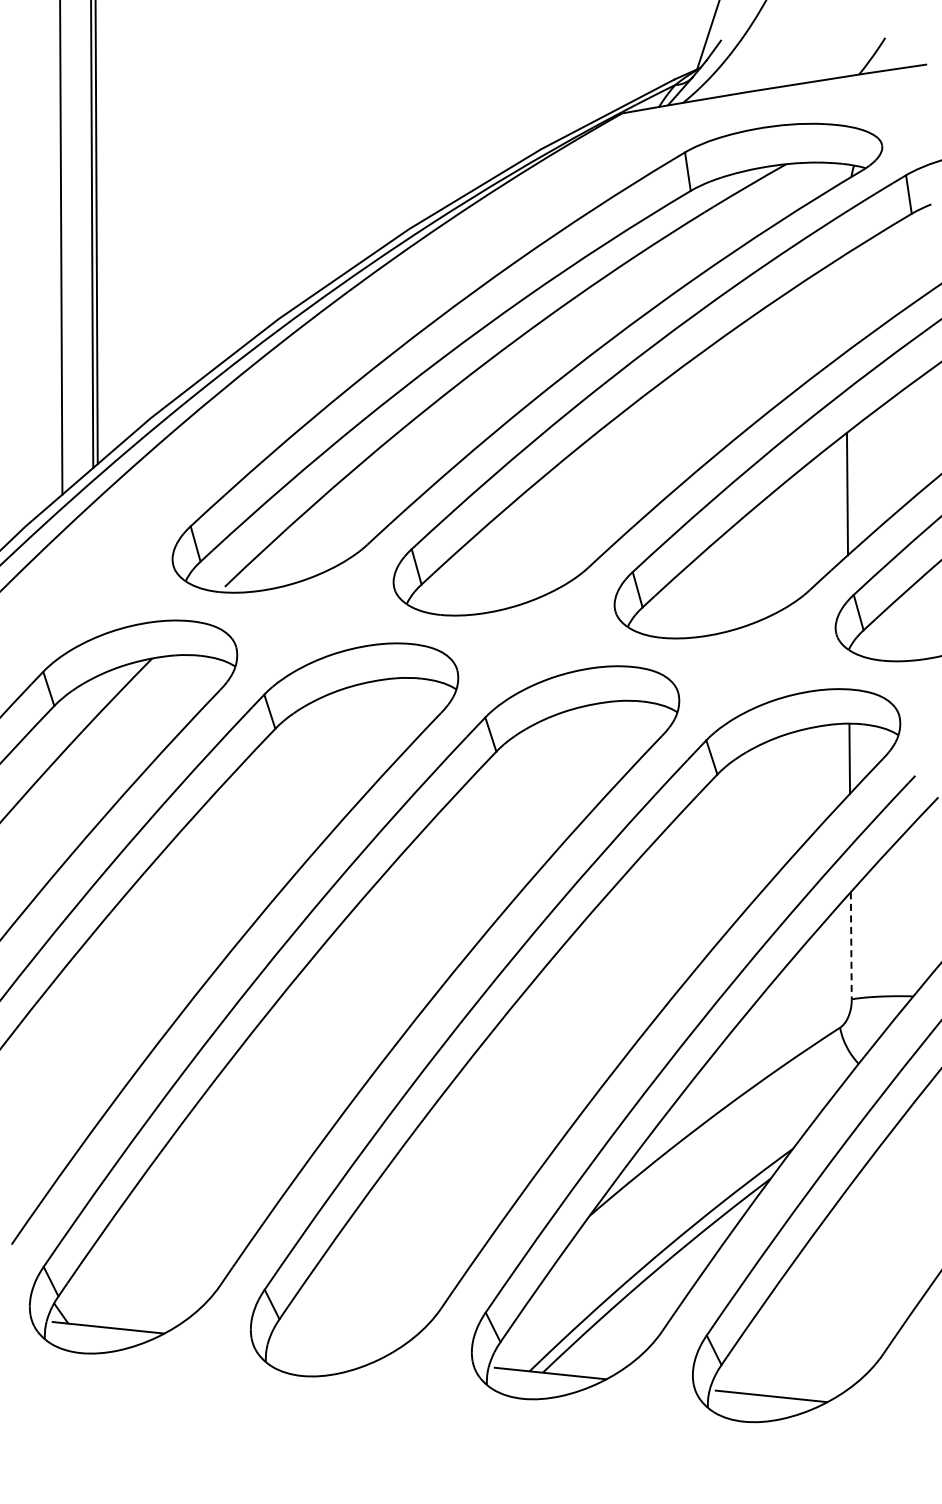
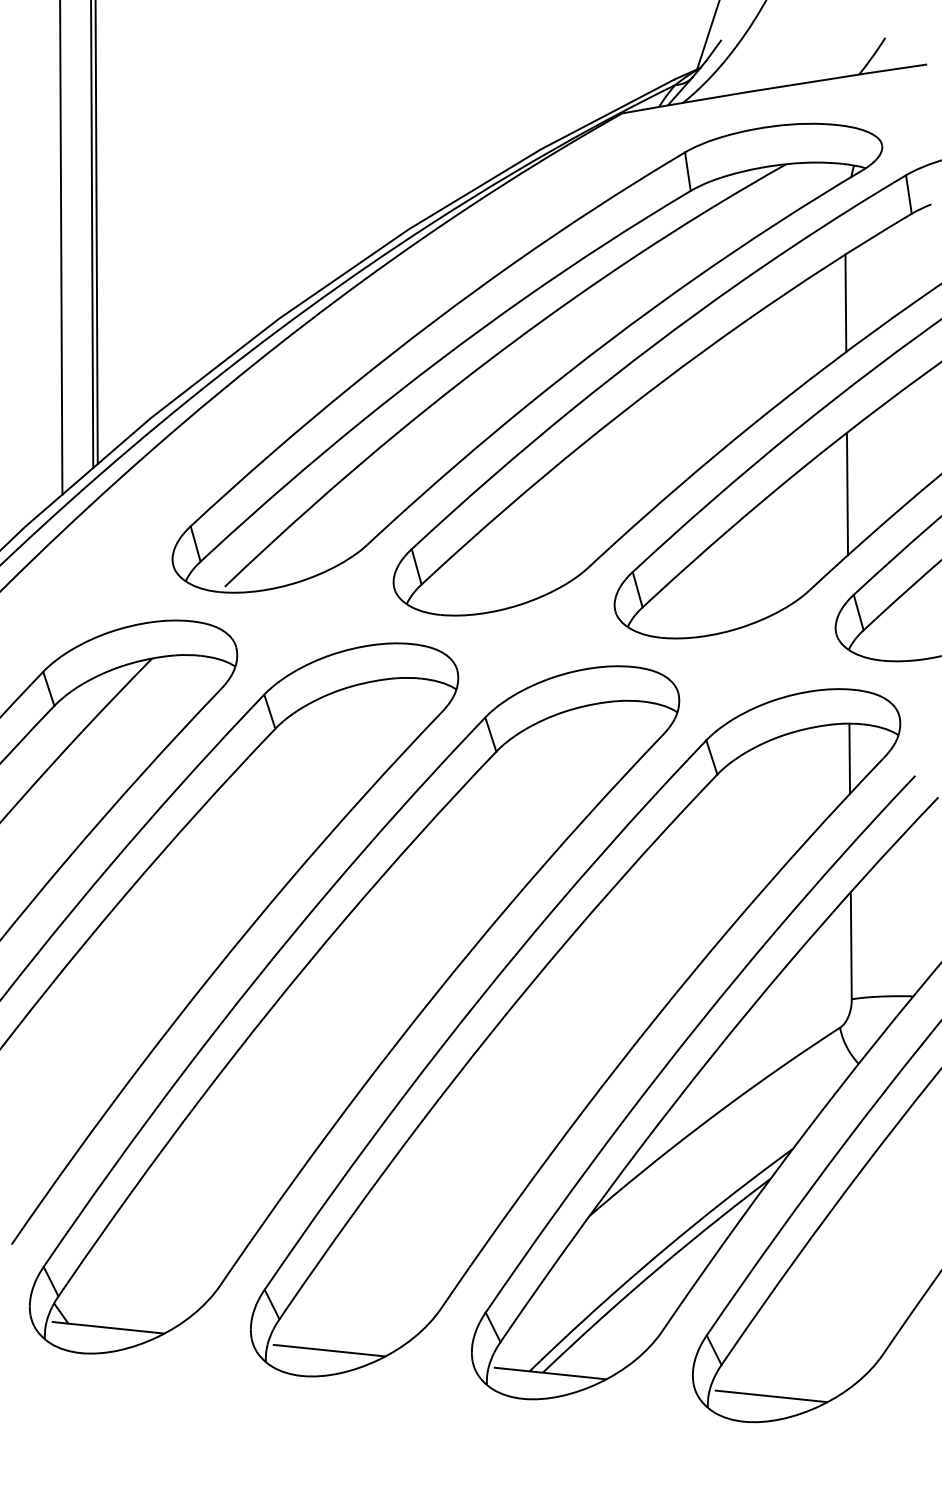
line at (845, 303): none -> present
line at (851, 945): dashed -> solid
line at (329, 1350): none -> present
